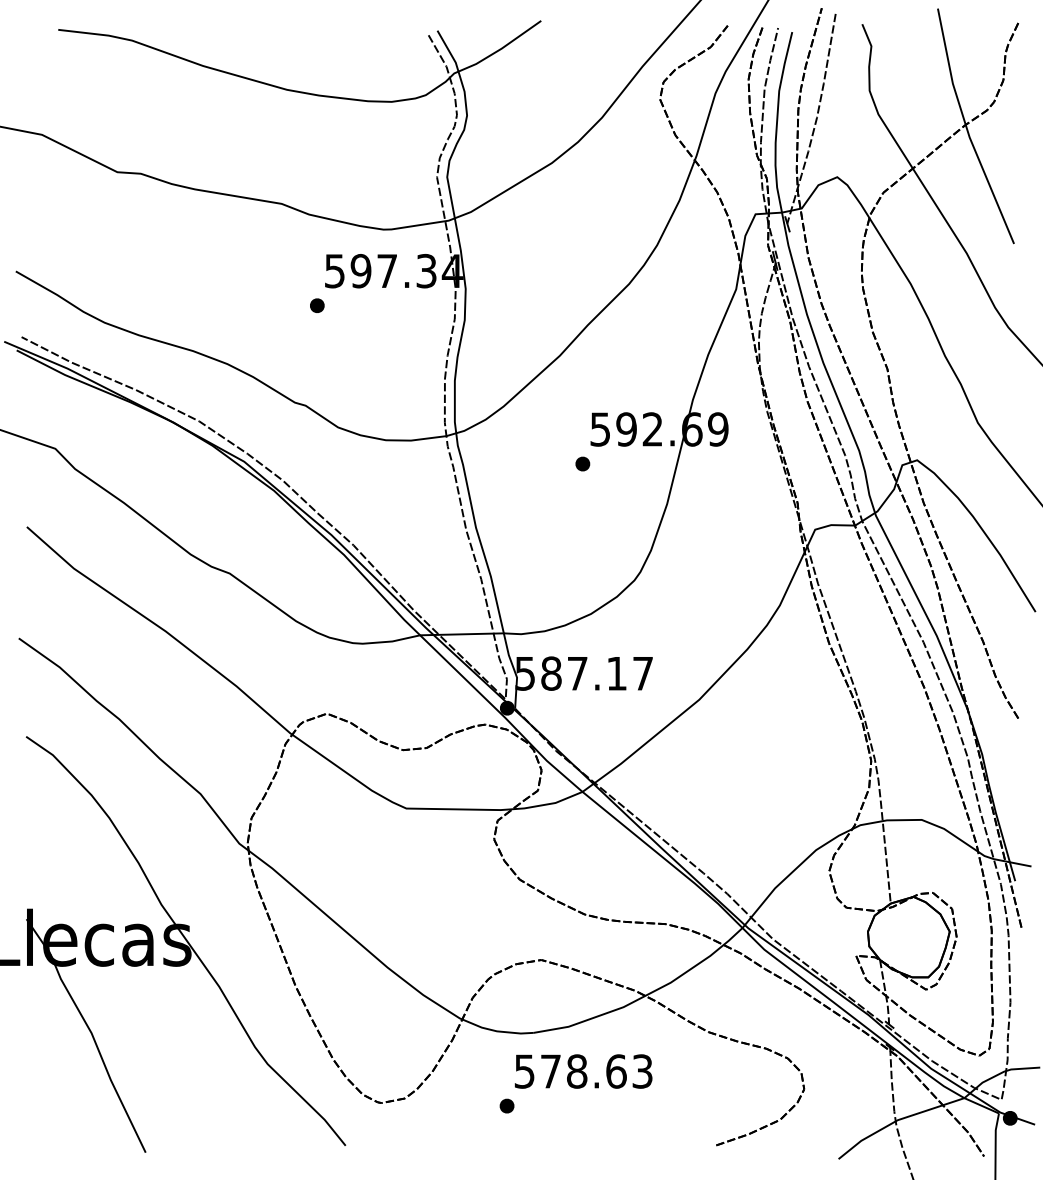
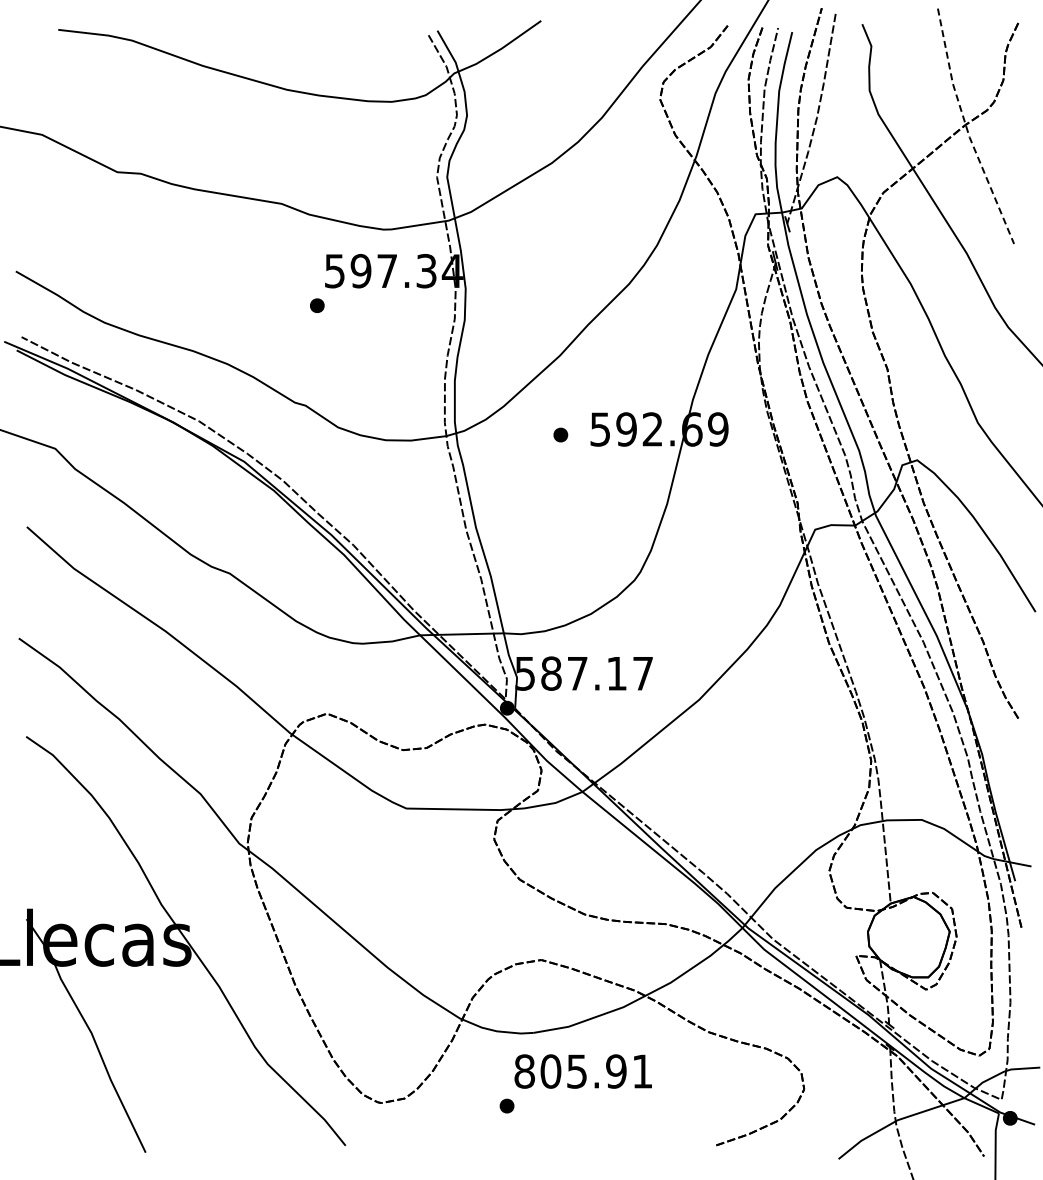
line at (967, 129): solid -> dashed
part at (582, 463) position: (582, 463) -> (560, 434)
text at (583, 1071): 578.63 -> 805.91
